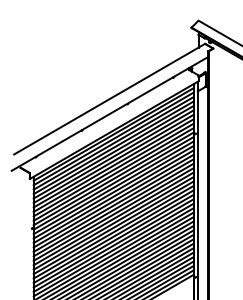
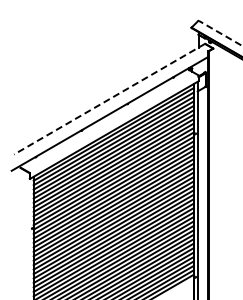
line at (220, 33): solid -> dashed
line at (109, 99): solid -> dashed
